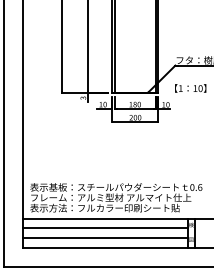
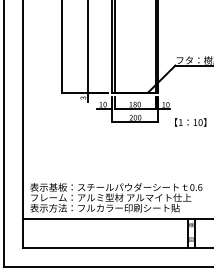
text at (190, 88) position: (190, 88) -> (190, 122)
line at (104, 228): present -> none
line at (104, 238): present -> none
